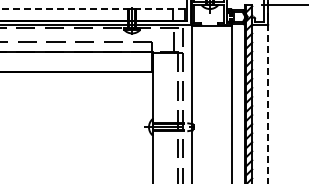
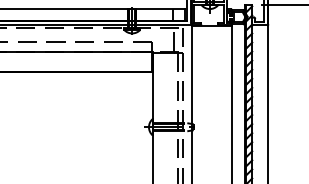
line at (92, 9): dashed -> solid
line at (268, 92): dashed -> solid
